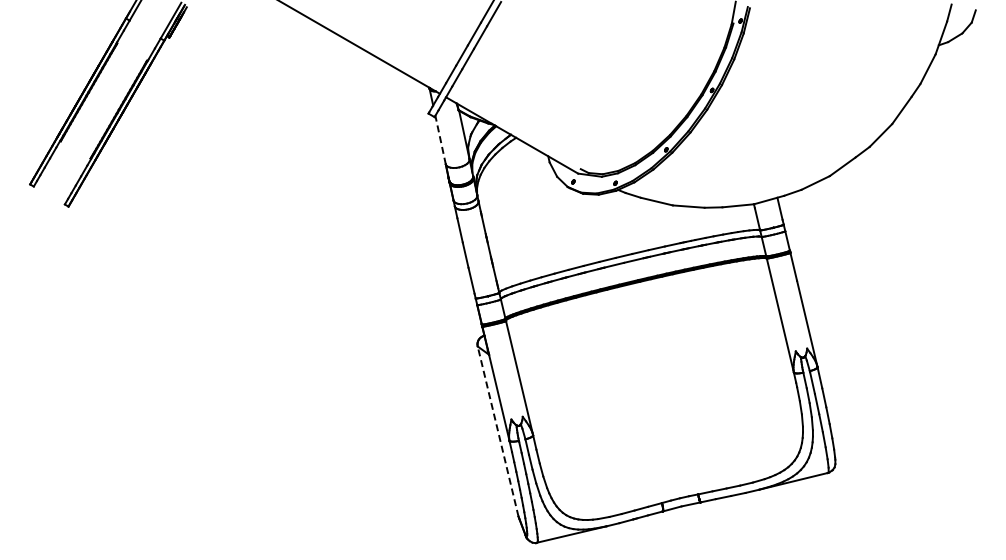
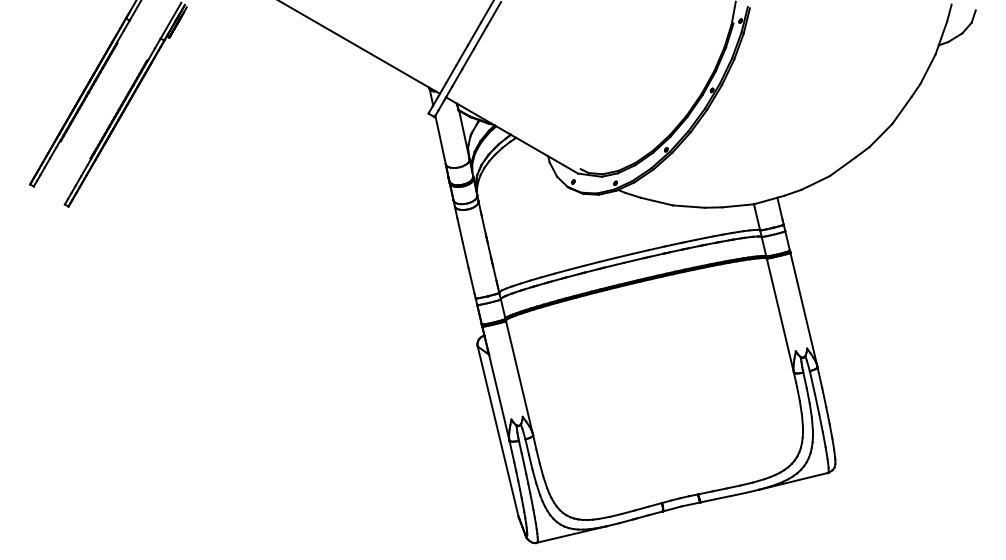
line at (440, 140): dashed -> solid
line at (498, 431): dashed -> solid
